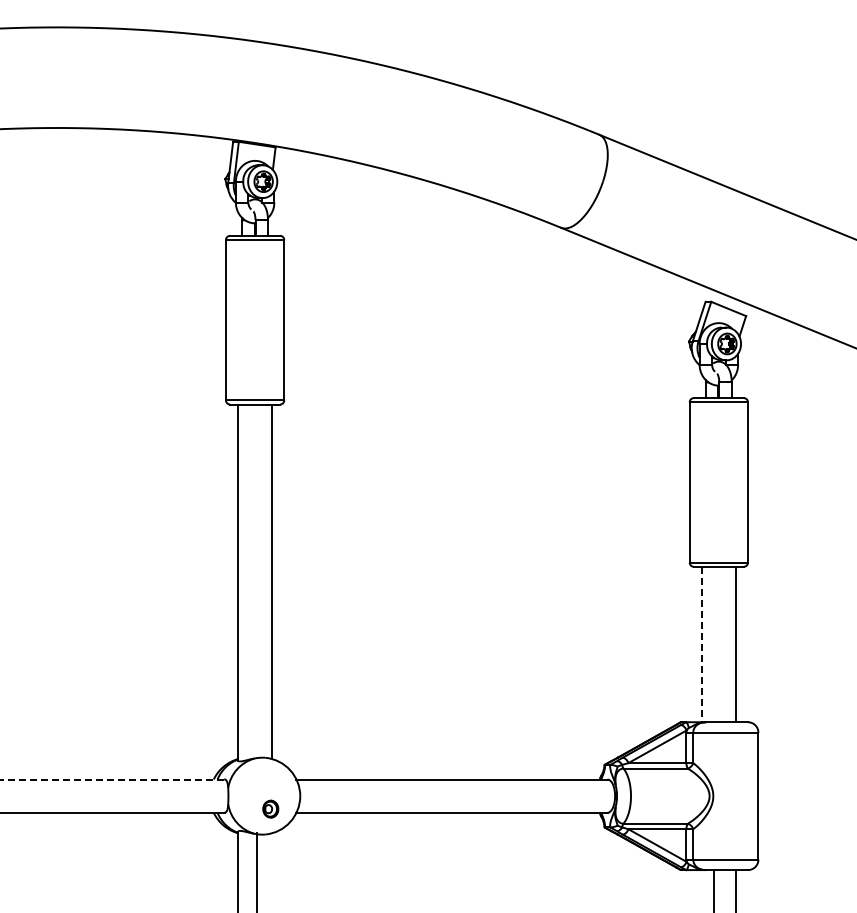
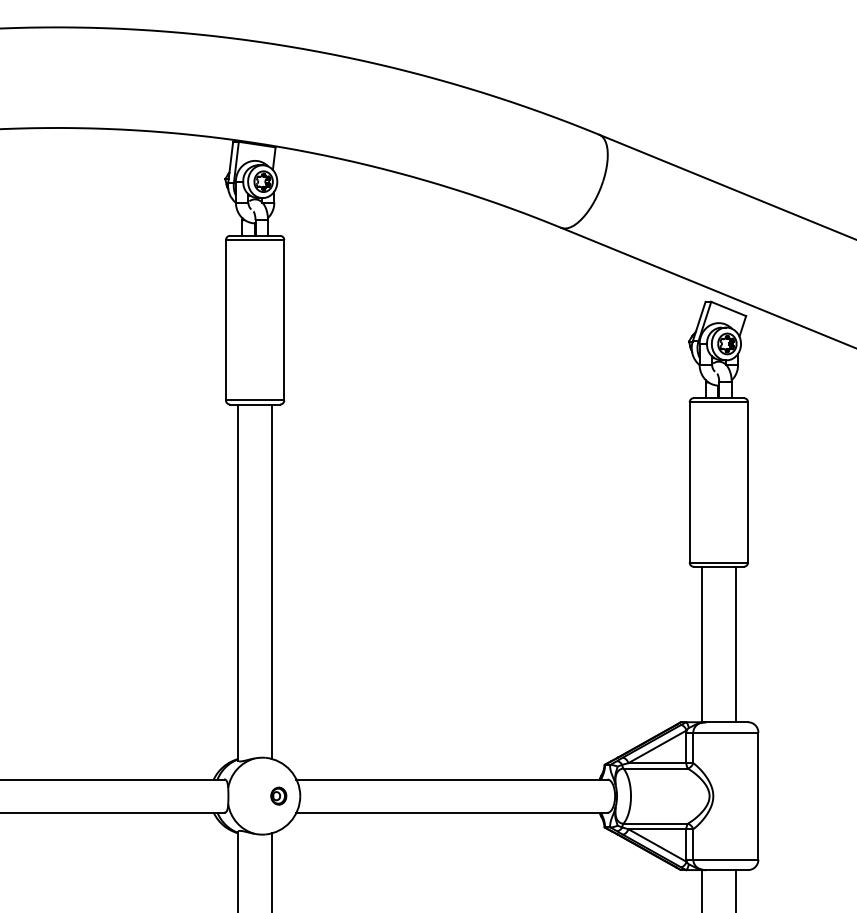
line at (702, 644): dashed -> solid
line at (112, 779): dashed -> solid
part at (270, 808) position: (270, 808) -> (278, 795)
line at (256, 871) position: (256, 871) -> (271, 871)
line at (714, 889) position: (714, 889) -> (702, 889)
